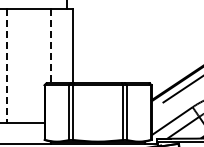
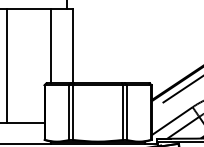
line at (50, 46): dashed -> solid
line at (7, 66): dashed -> solid
